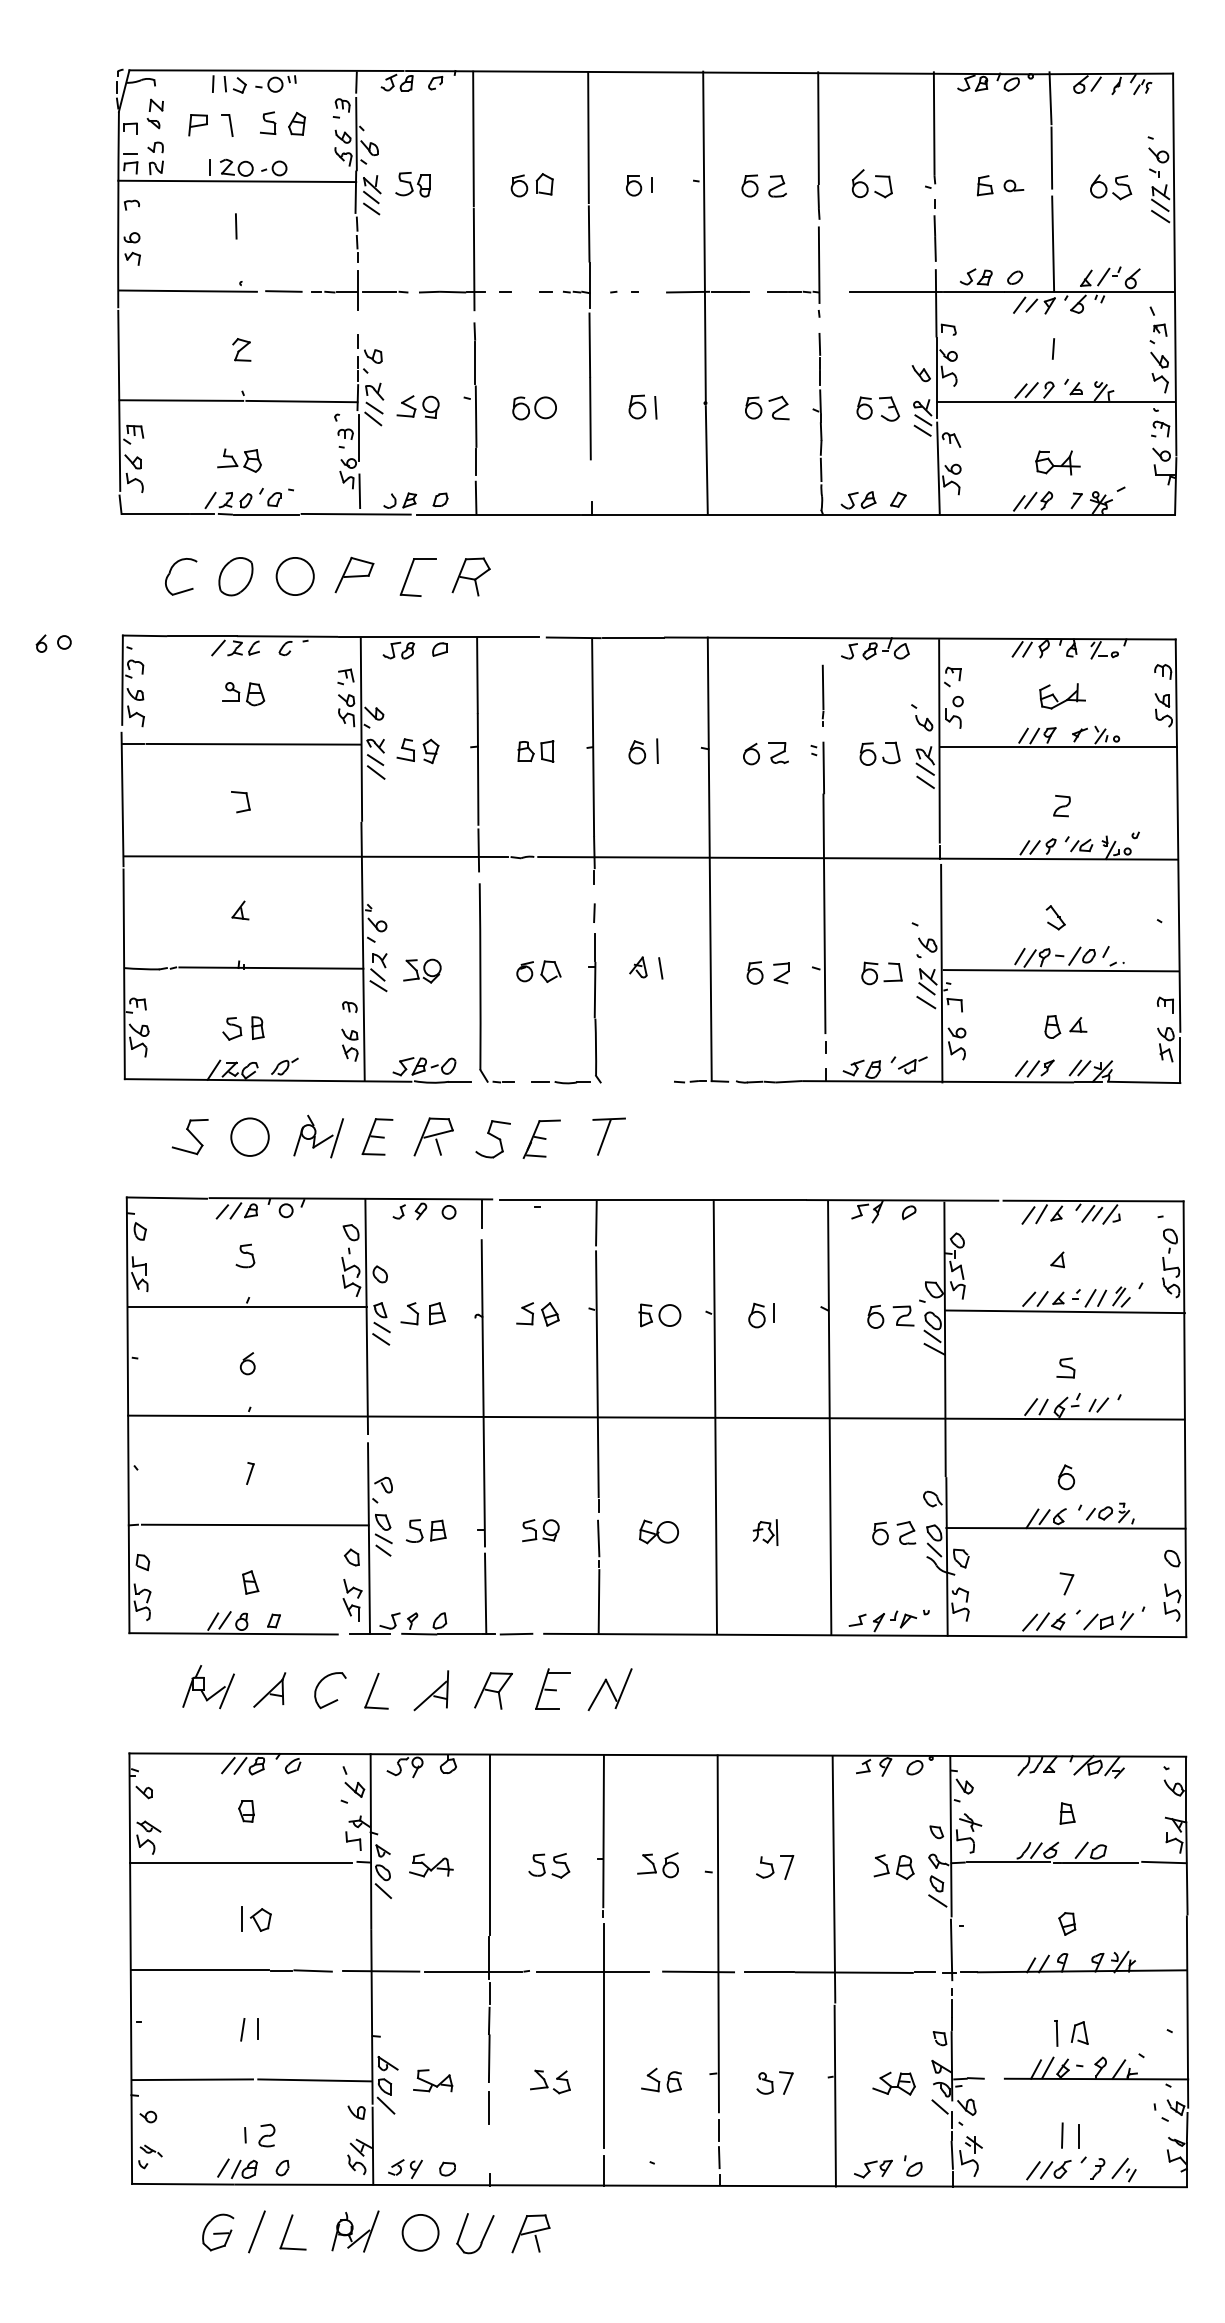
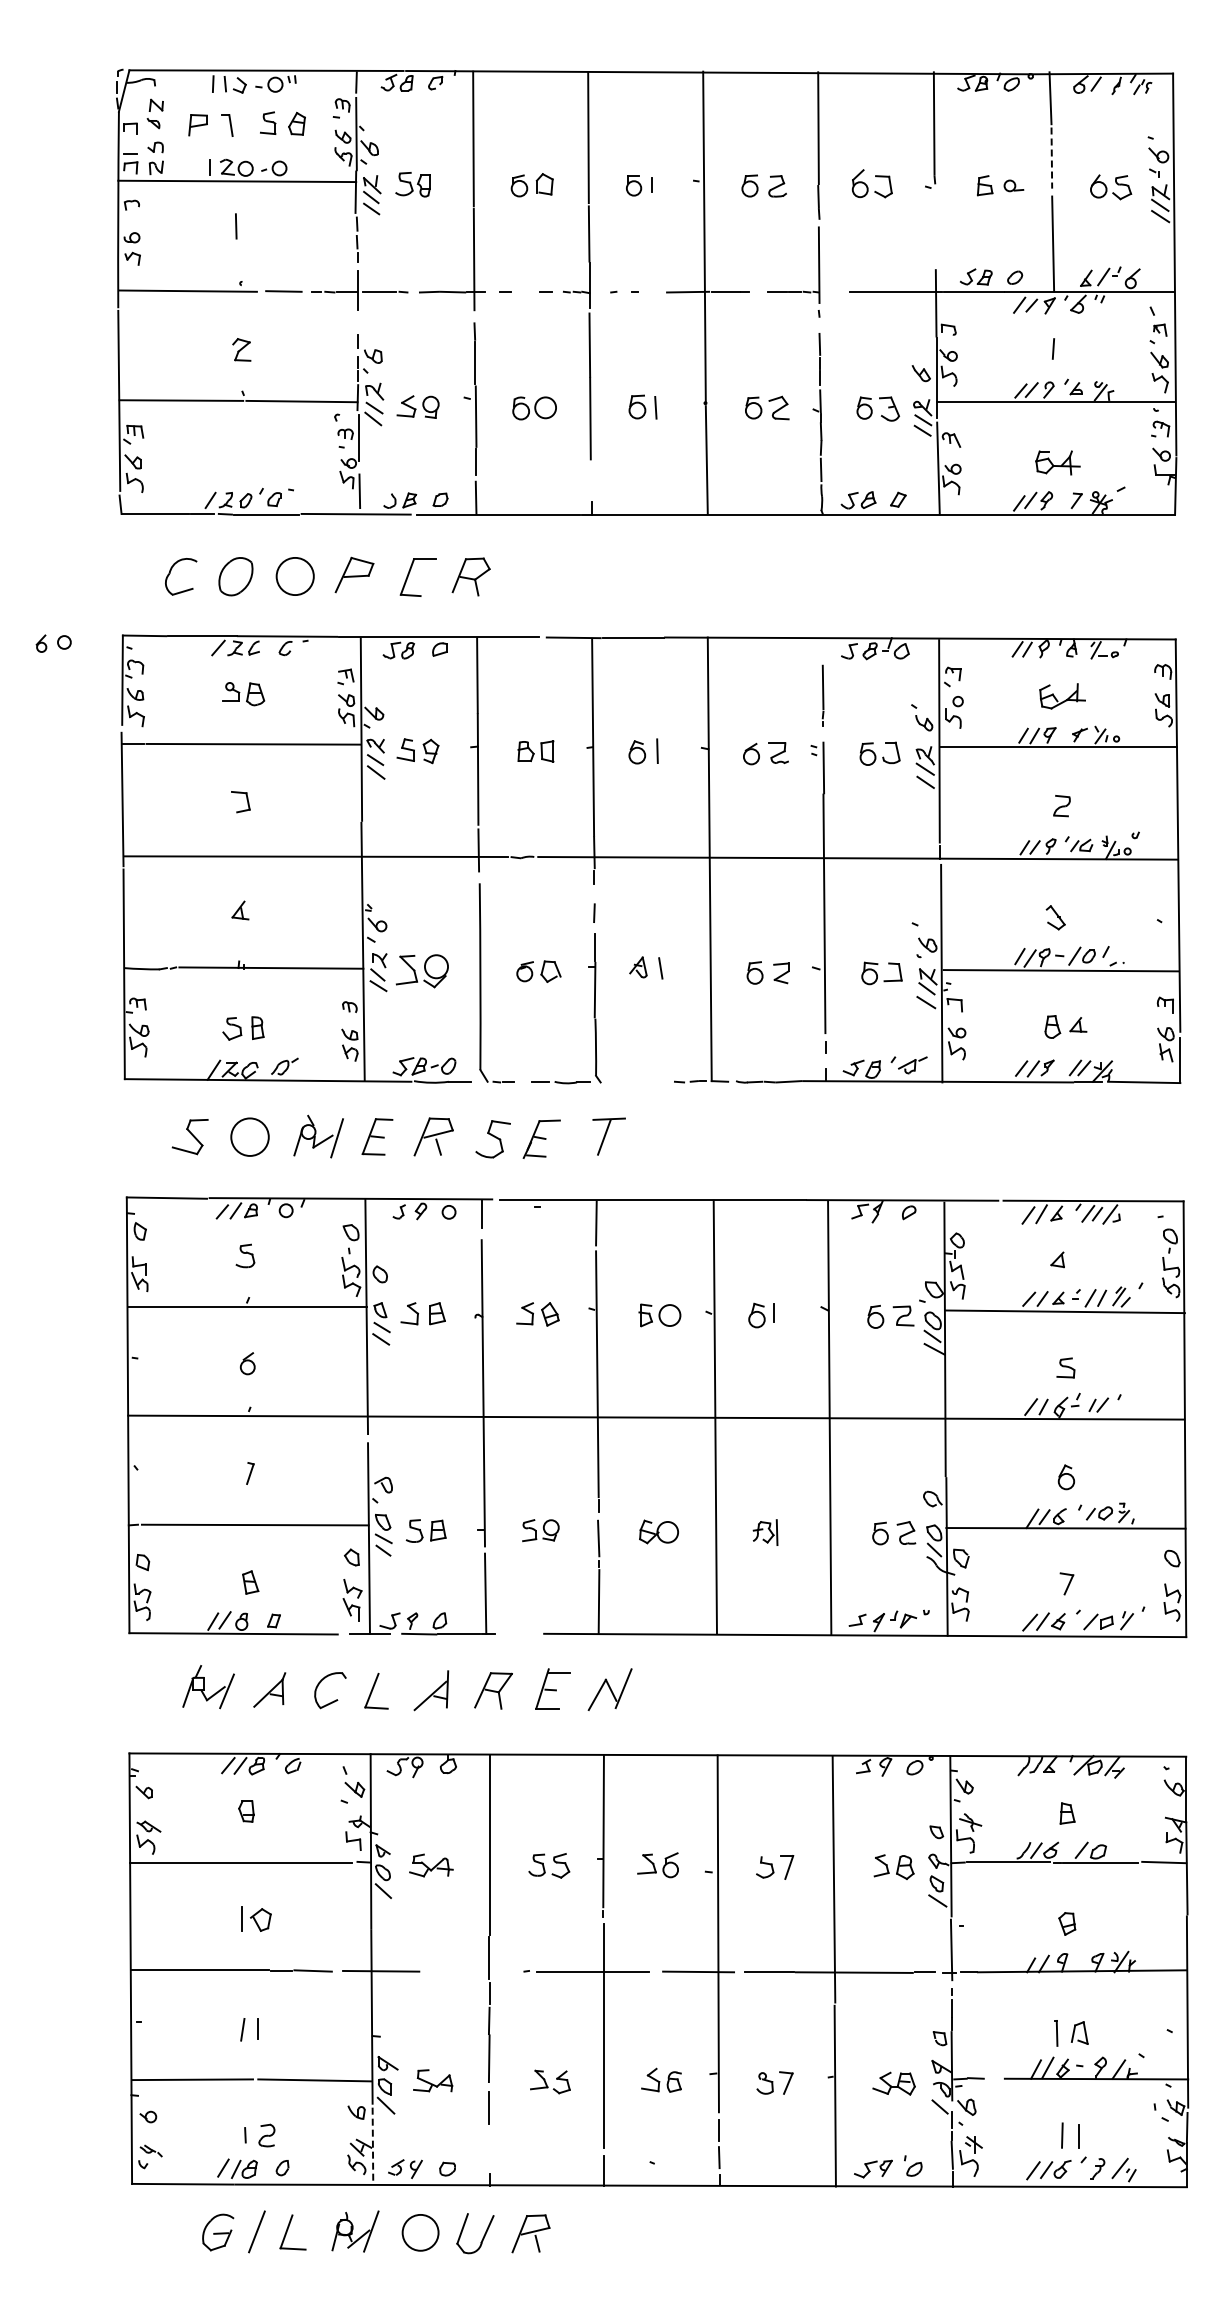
line at (1051, 158): solid -> dashed
line at (934, 230): present -> none
part at (239, 460): present -> none
part at (422, 970) size: 39x26 px -> 54x35 px
line at (516, 1633): present -> none
line at (472, 1971): present -> none
line at (372, 2146): solid -> dashed
